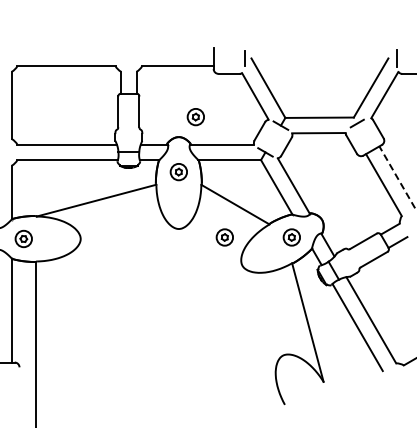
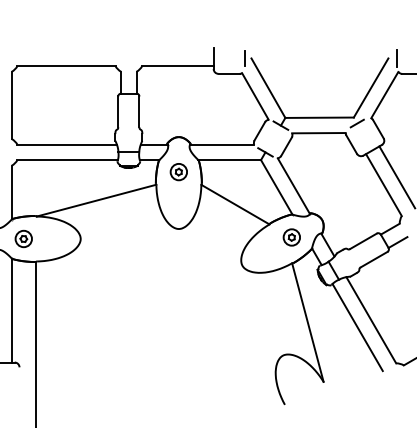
part at (195, 117): present -> none
line at (397, 177): dashed -> solid
part at (224, 237): present -> none
